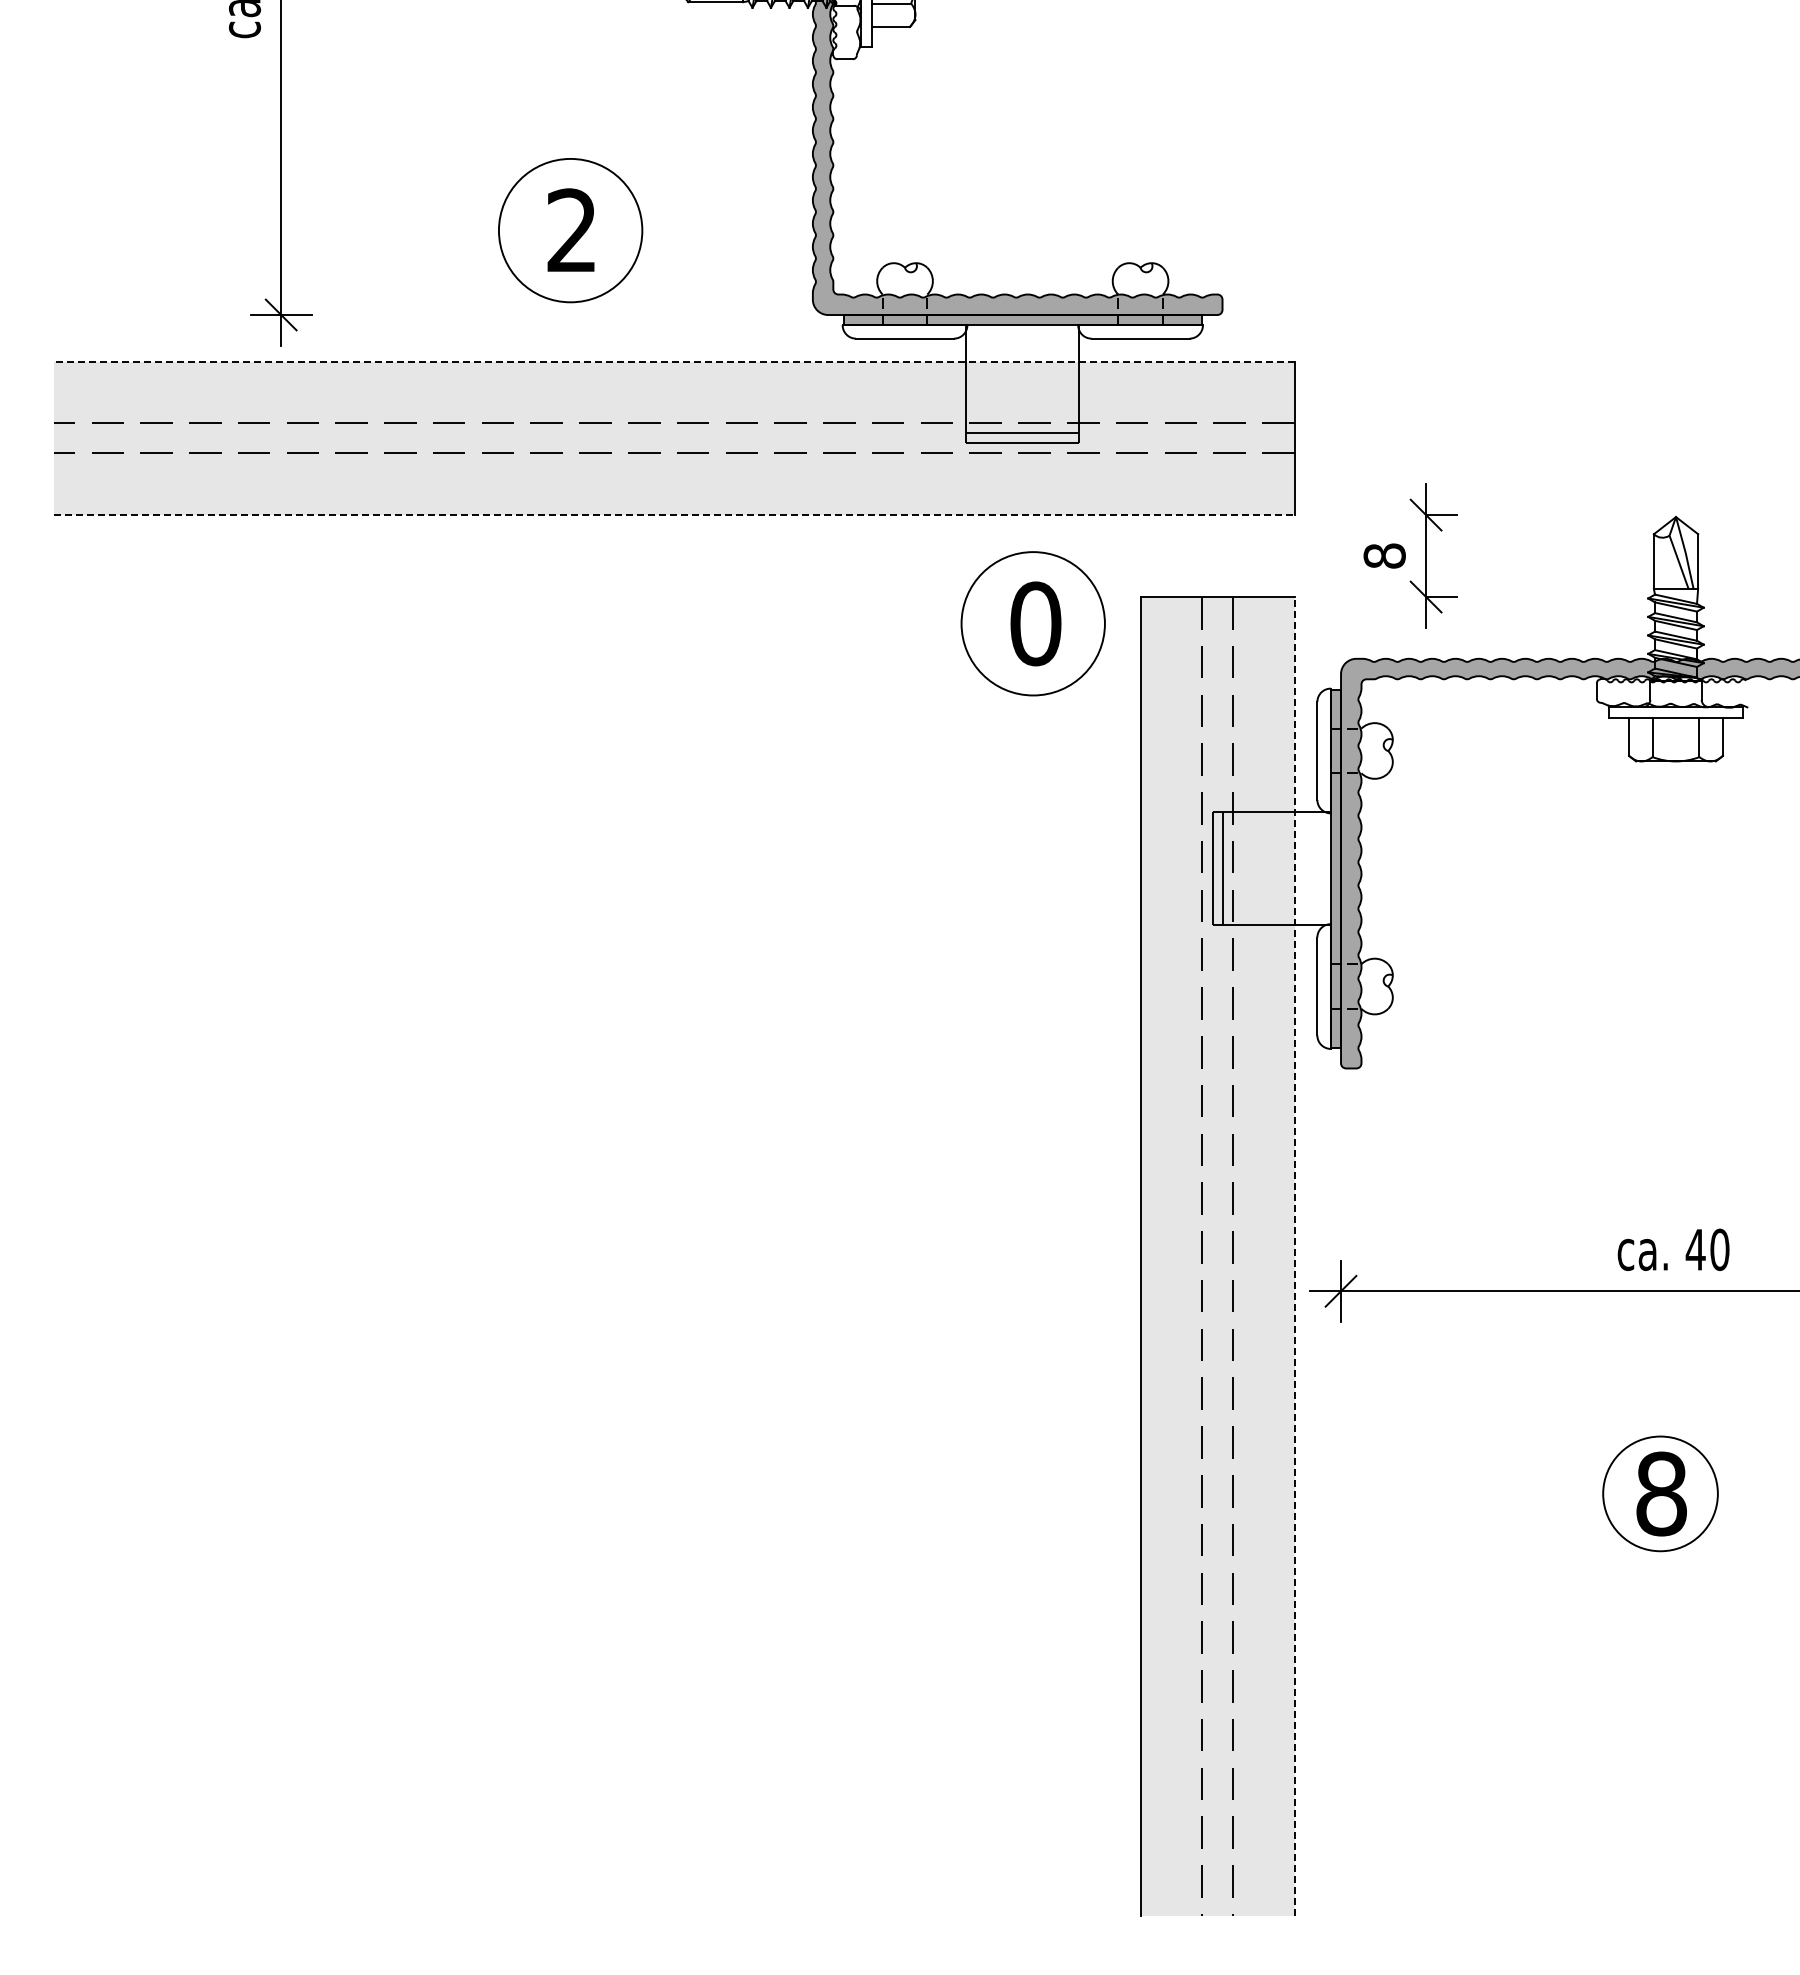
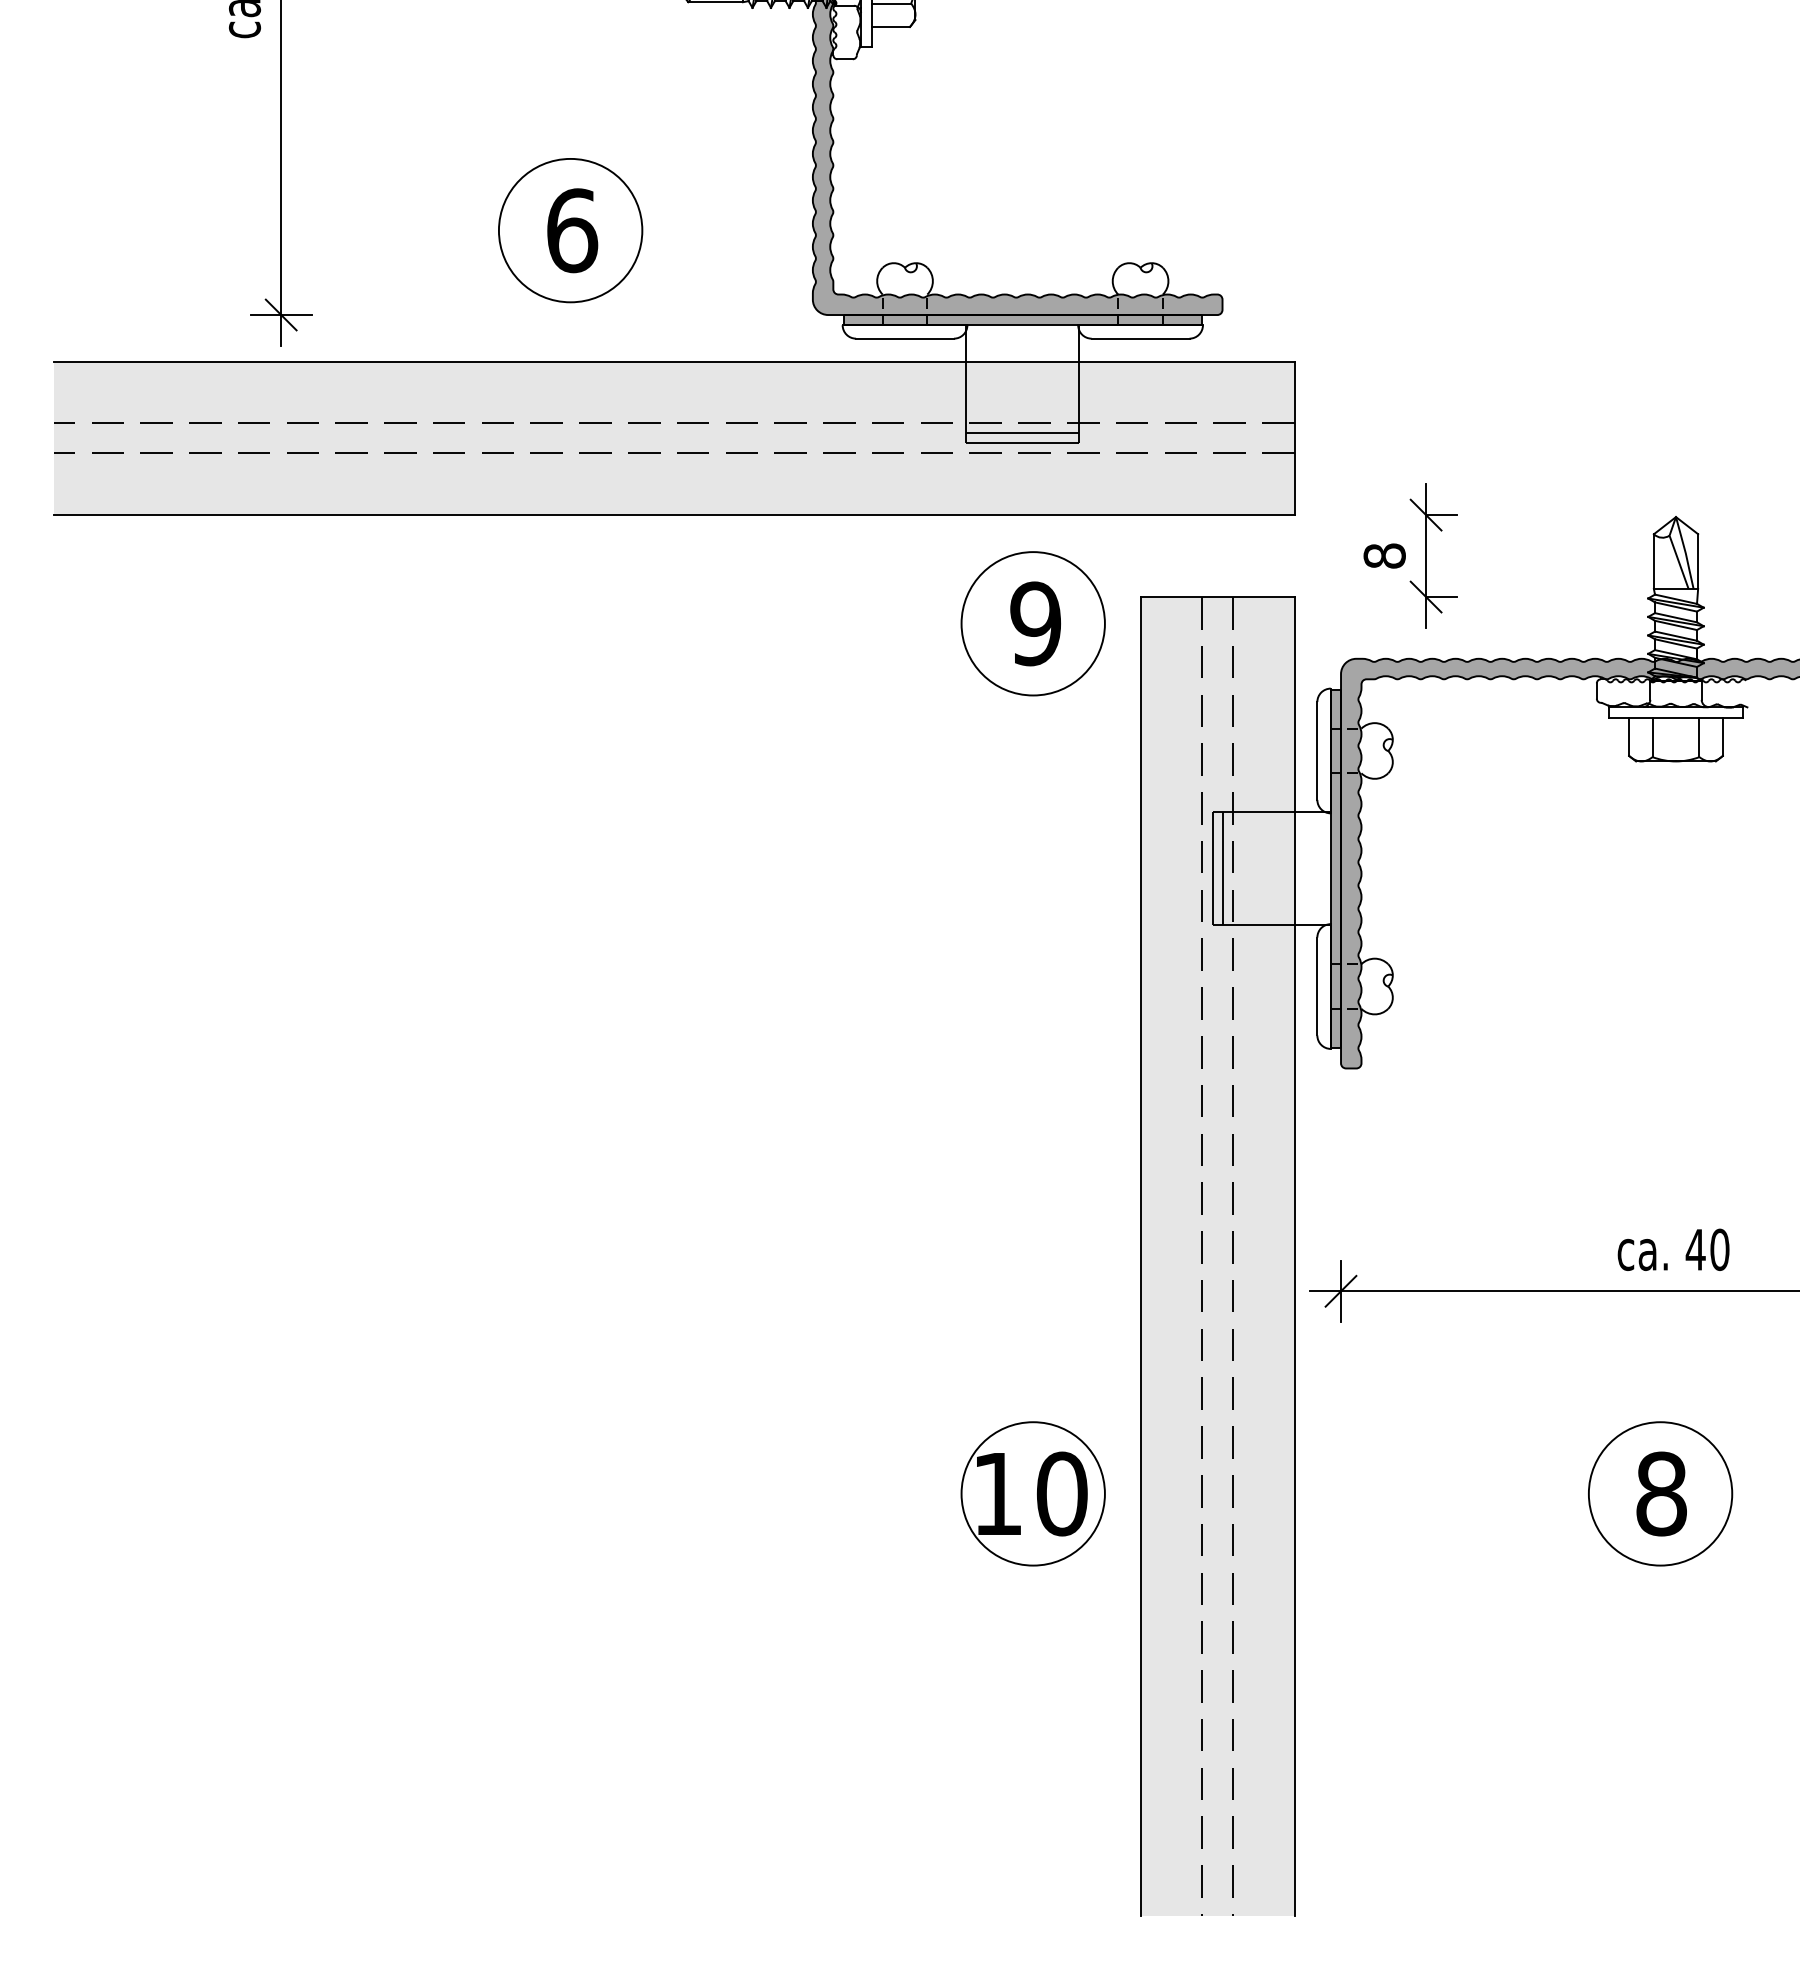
text at (572, 230): 2 -> 6
line at (673, 361): dashed -> solid
line at (674, 515): dashed -> solid
text at (1035, 623): 0 -> 9
line at (1294, 1255): dashed -> solid
part at (1032, 1493): none -> present
circle at (1660, 1493) diameter: 115 px -> 143 px
